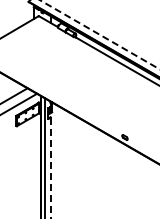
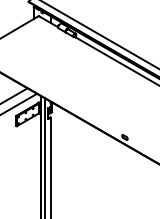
line at (99, 34): dashed -> solid
line at (50, 168): dashed -> solid
